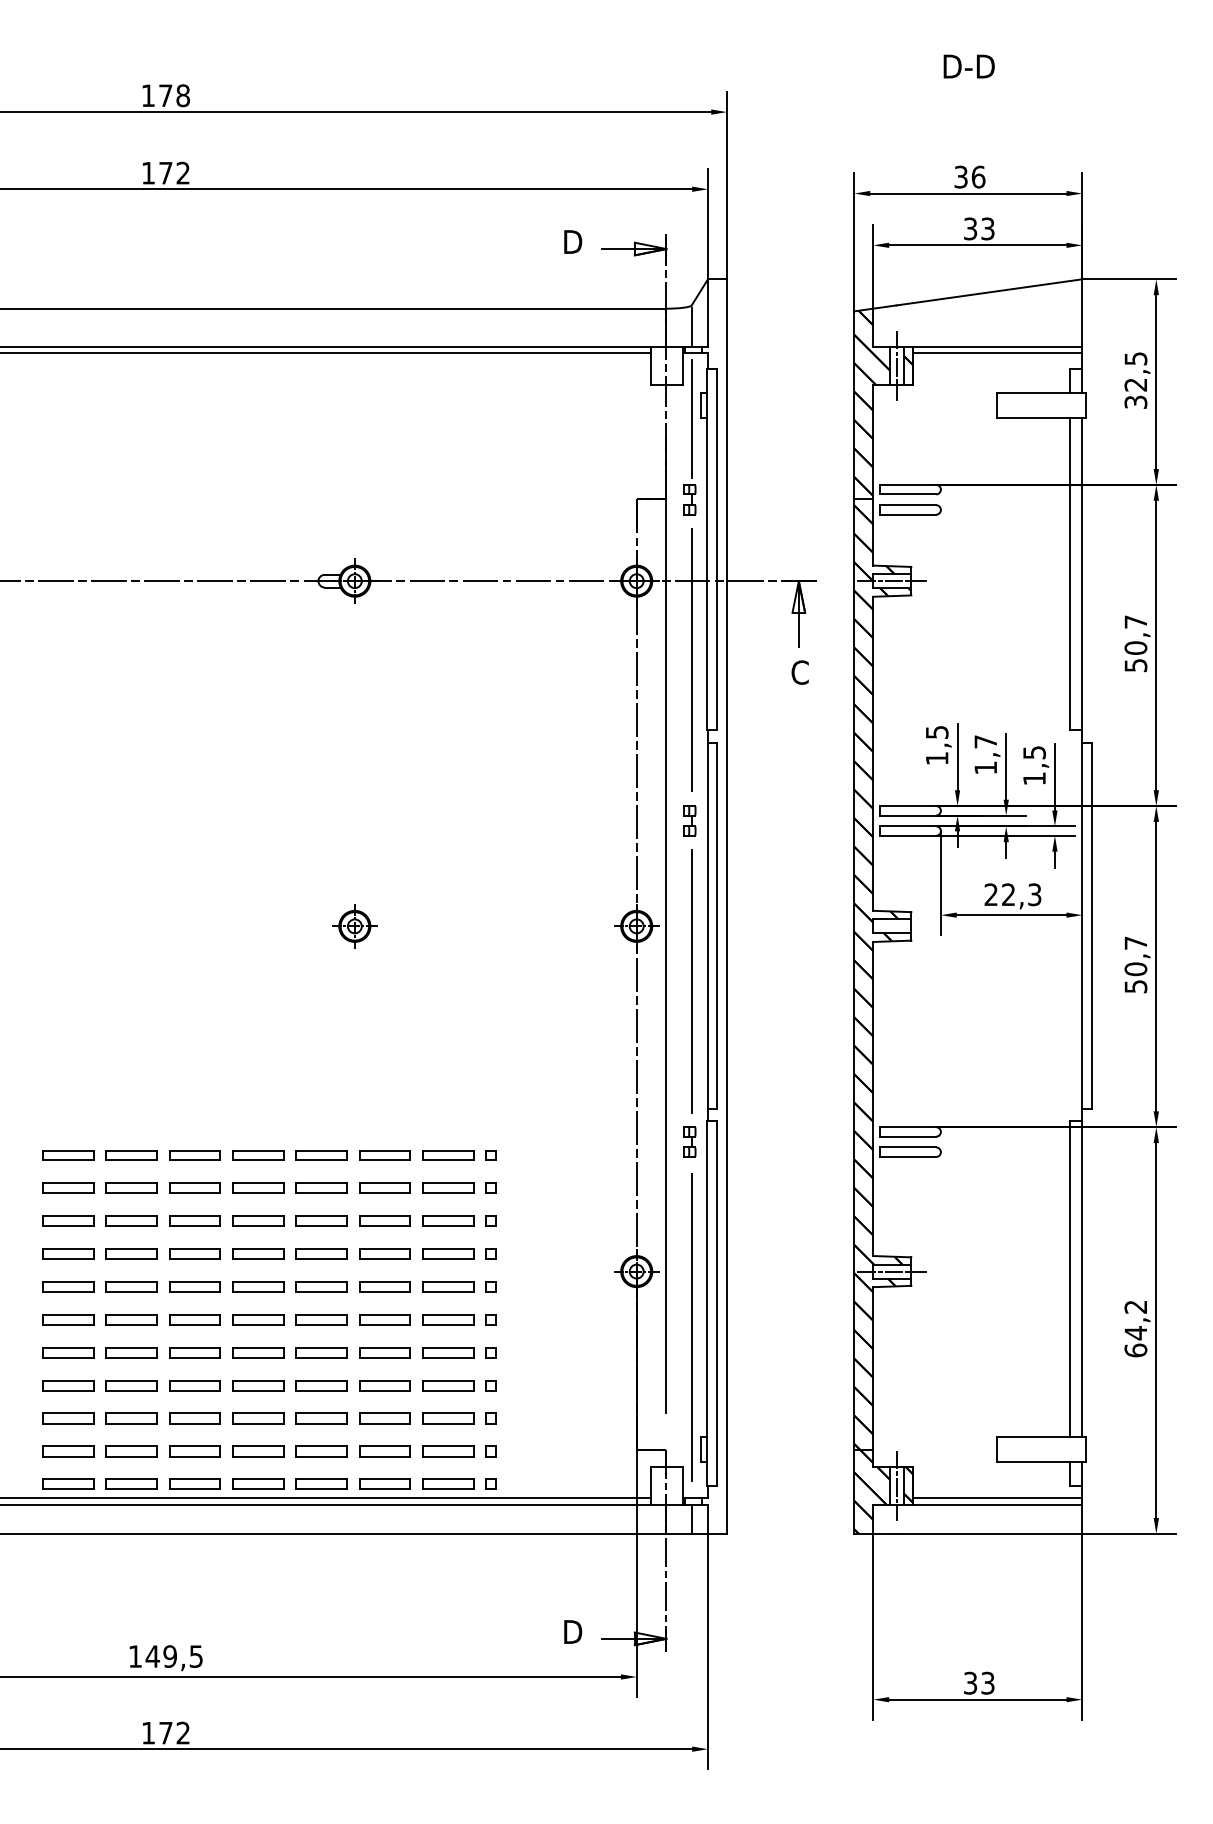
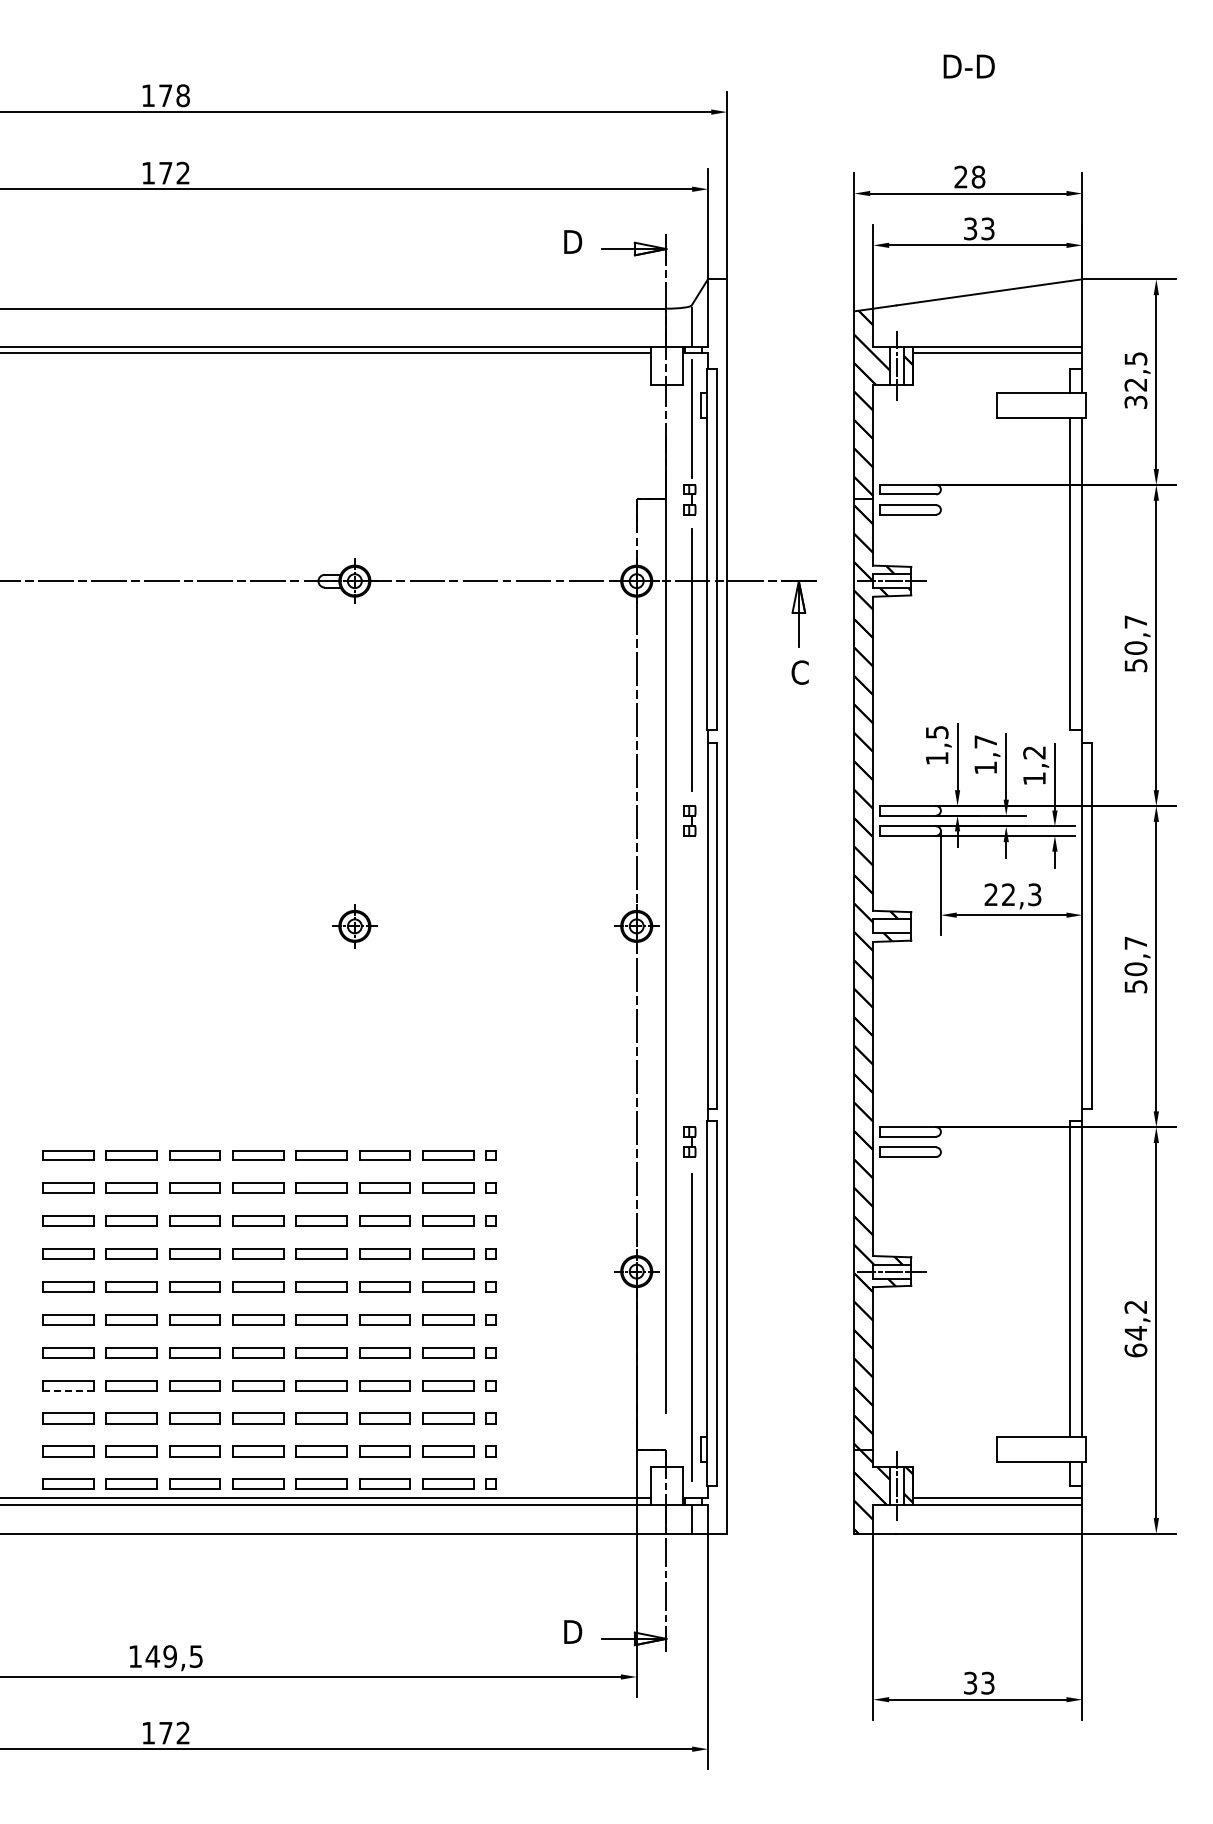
text at (969, 176): 36 -> 28
text at (1034, 752): 1,5 -> 1,2
line at (691, 981): present -> none
line at (67, 1390): solid -> dashed
